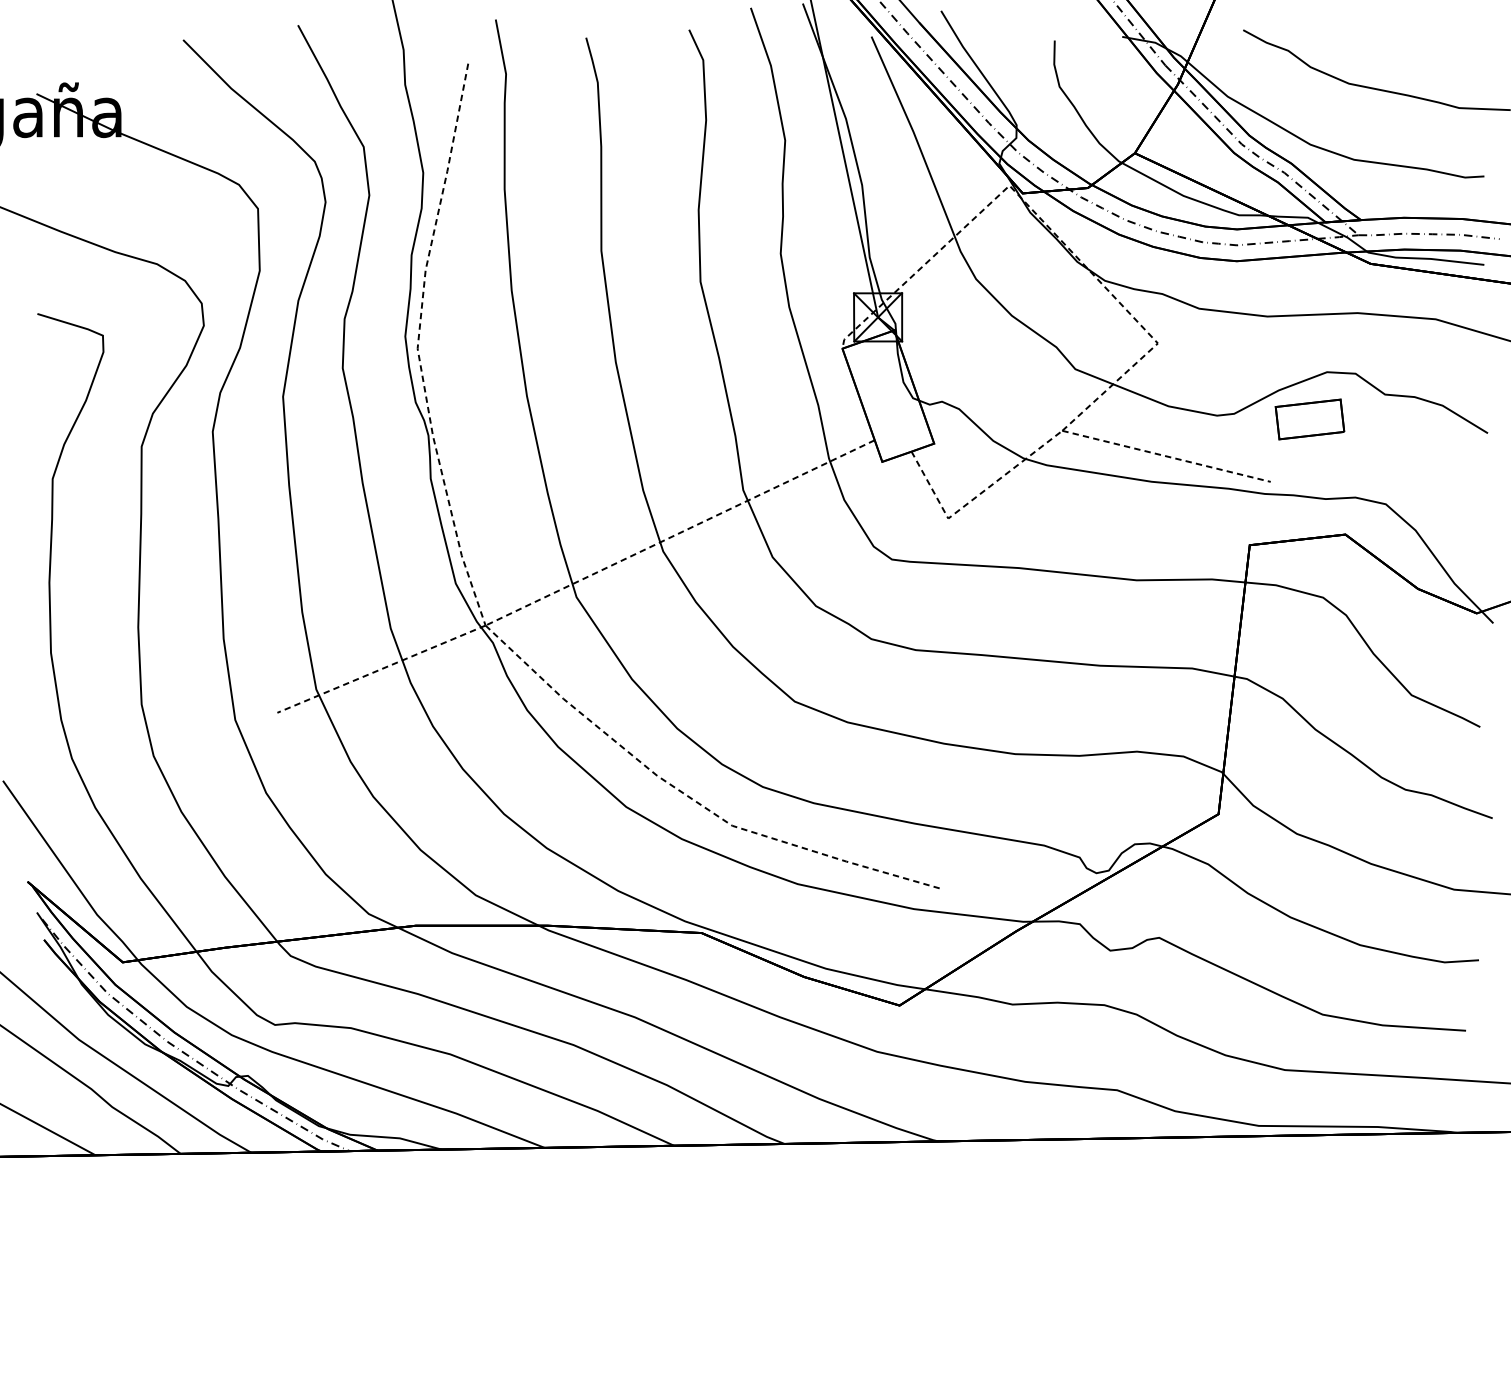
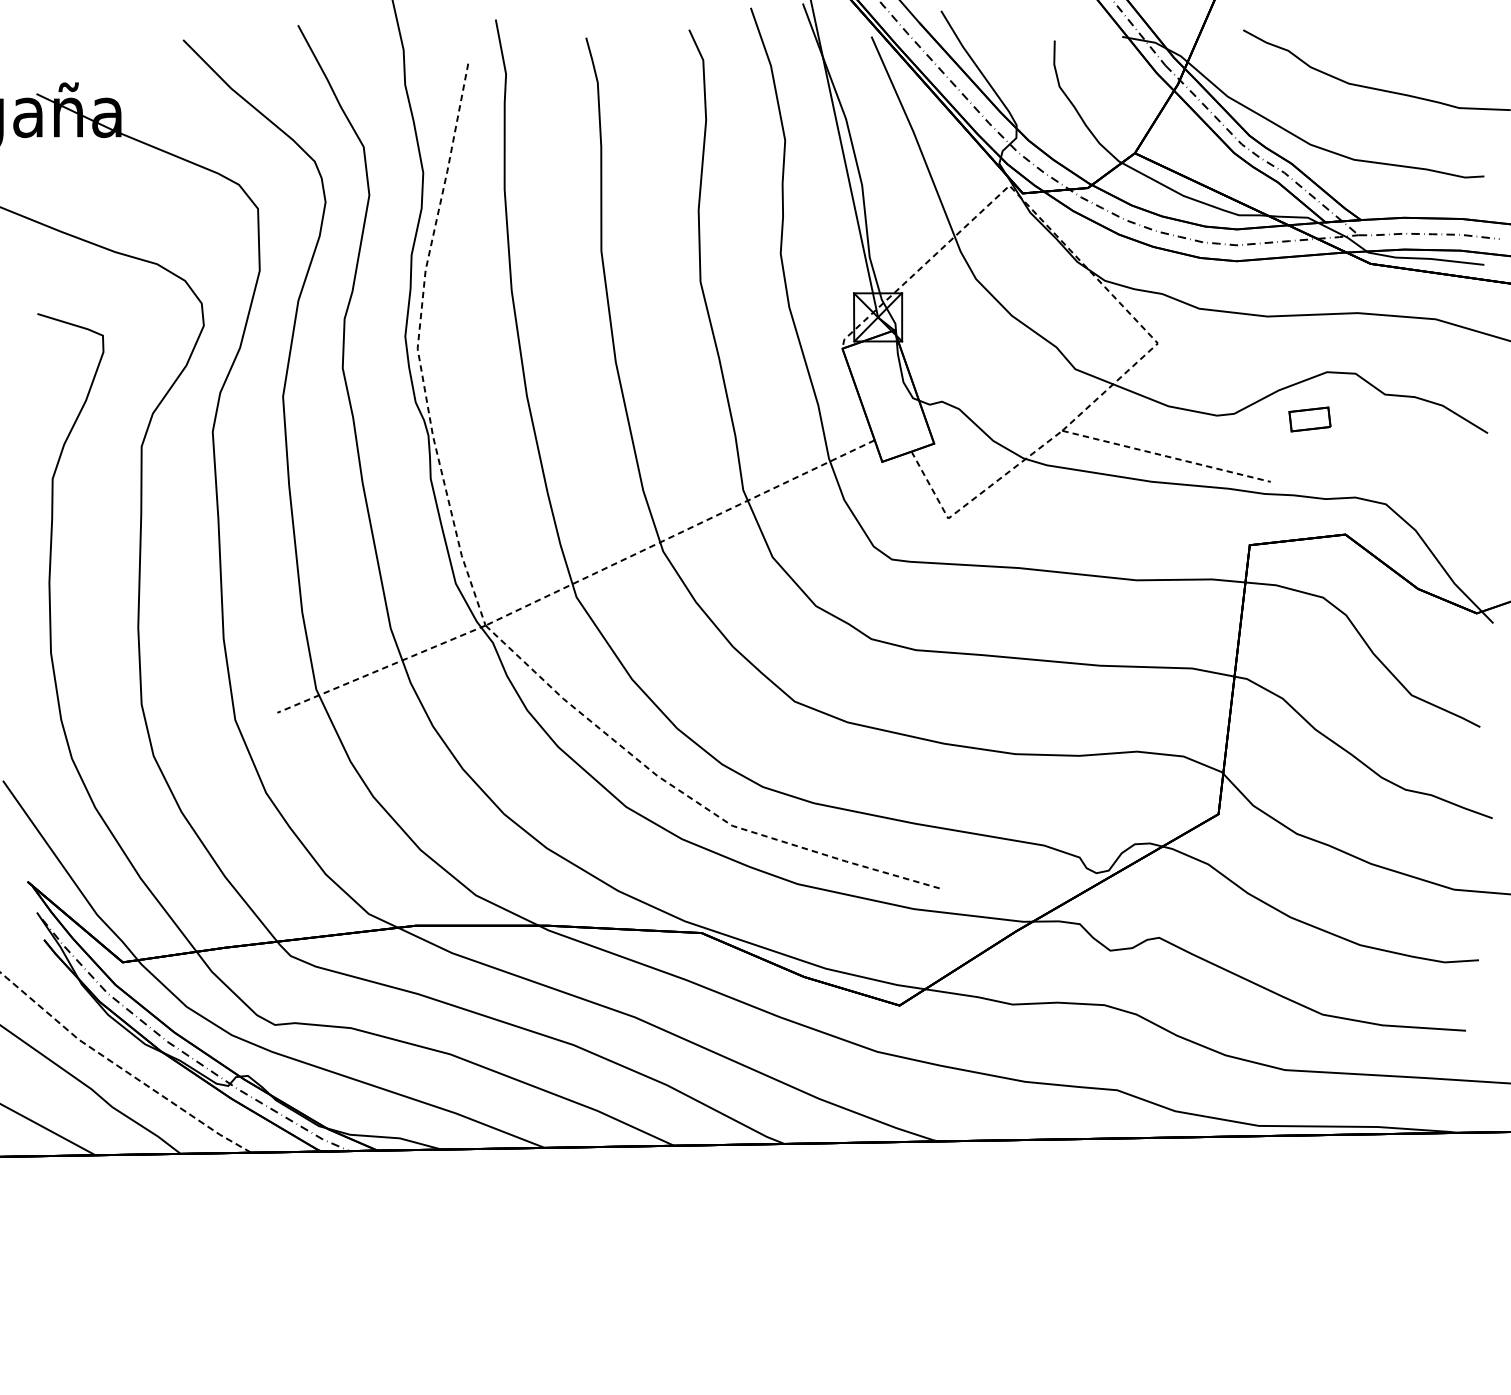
part at (1309, 419) size: 72x43 px -> 44x27 px
line at (121, 1068): solid -> dashed
